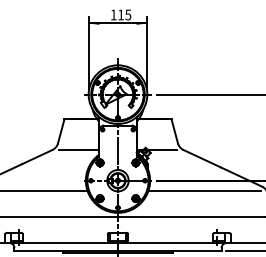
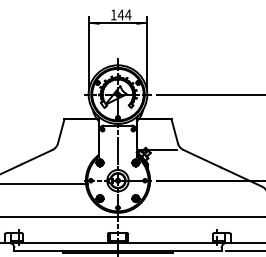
text at (124, 14): 115 -> 144
line at (78, 149): present -> none
line at (44, 191) position: (44, 191) -> (44, 184)
line at (204, 191): present -> none
